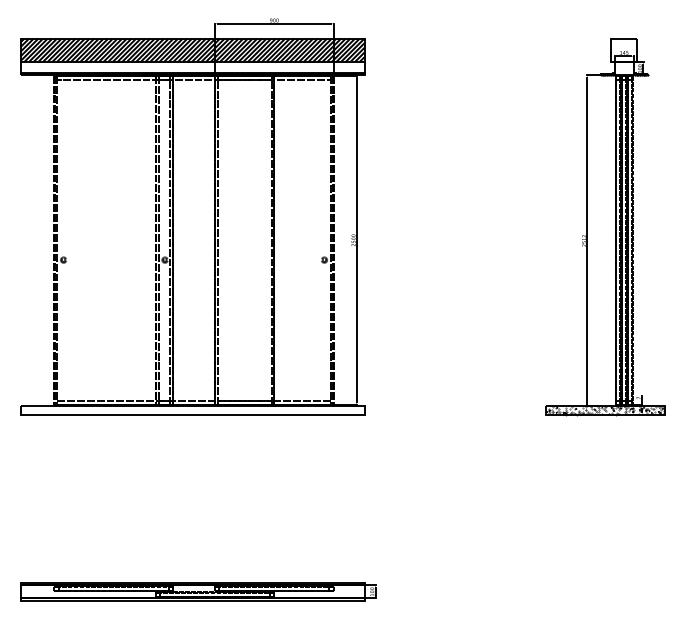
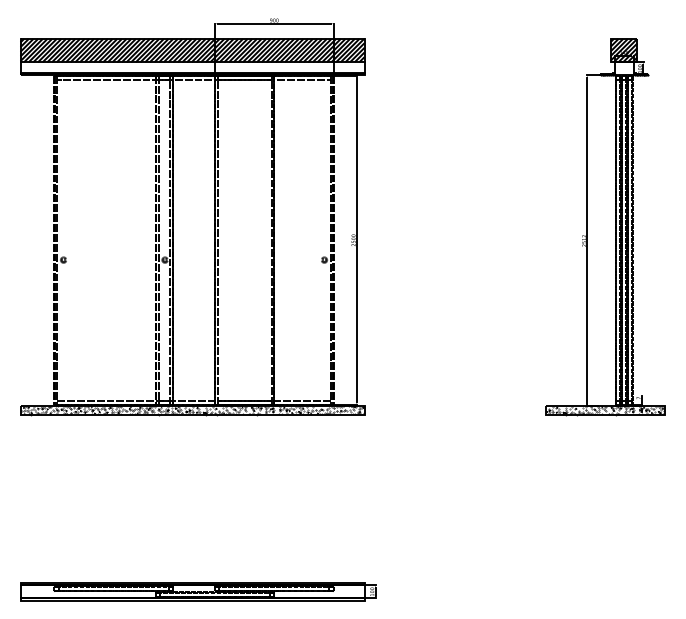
hatch at (624, 50): none -> present
hatch at (192, 410): none -> present
